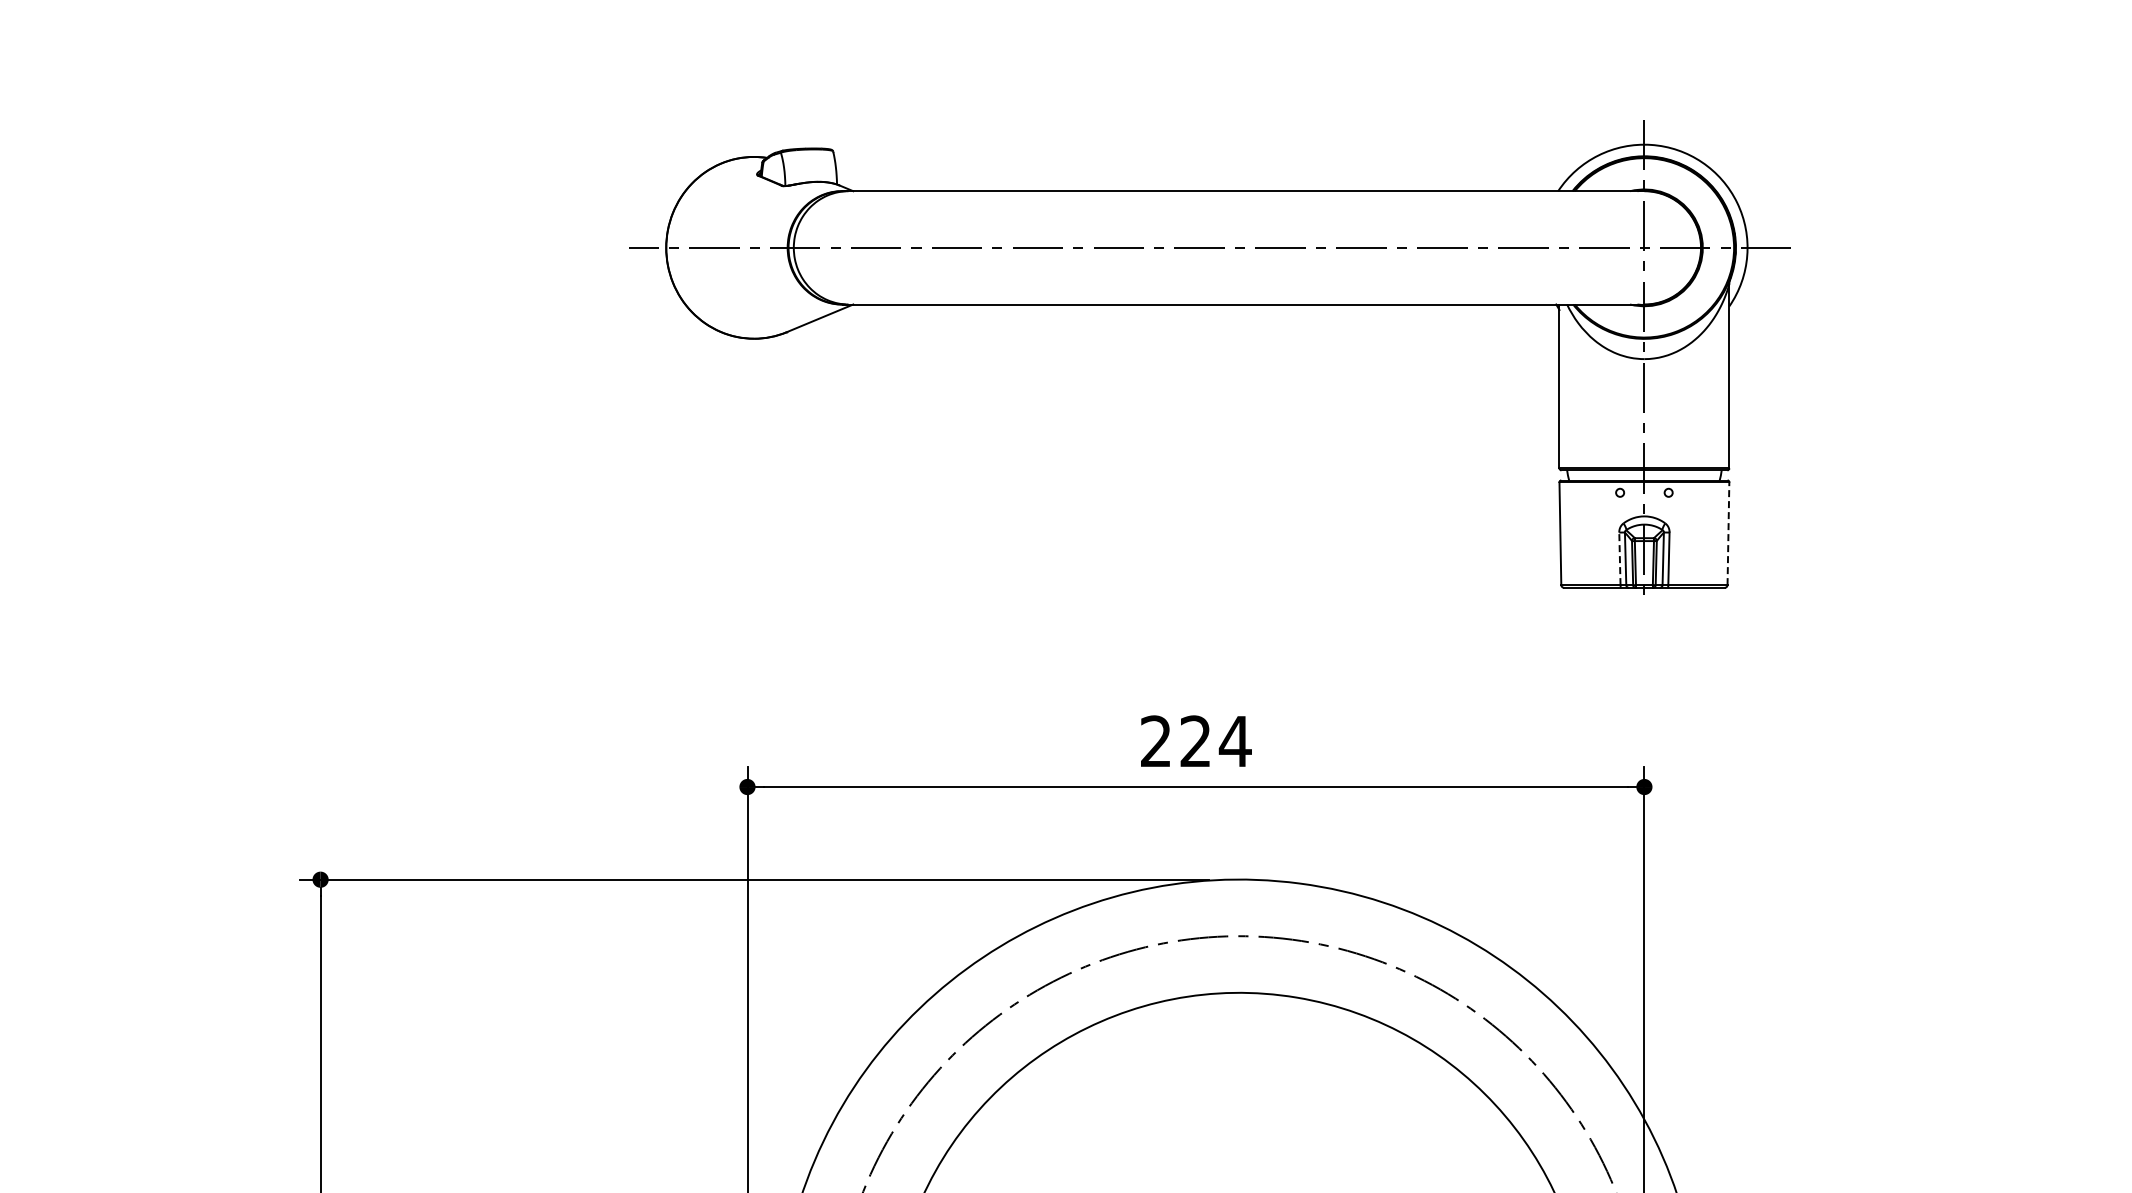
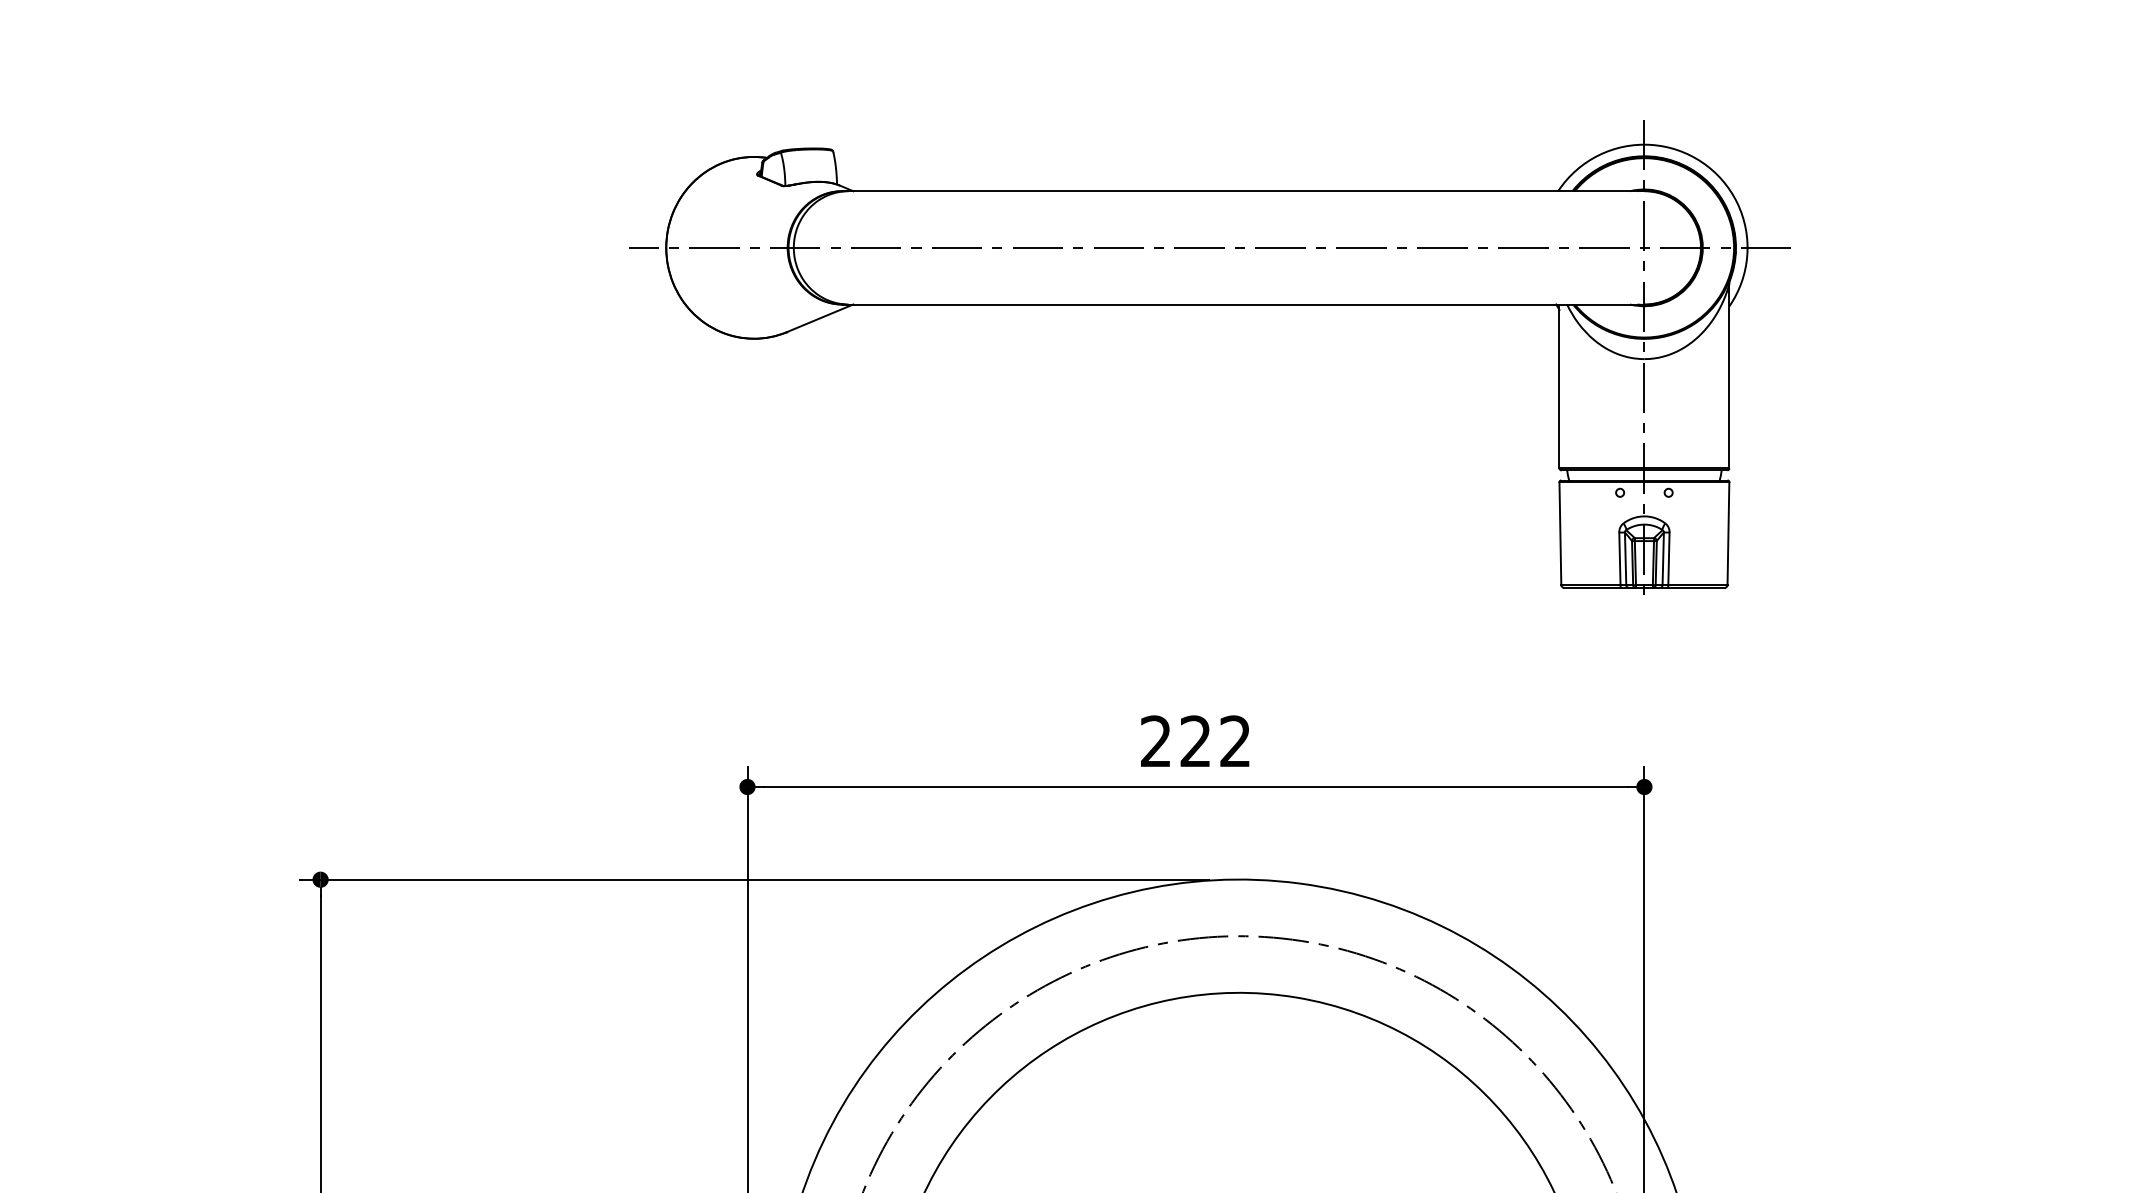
line at (1728, 533): dashed -> solid
line at (1619, 558): dashed -> solid
text at (1234, 740): 224 -> 222
